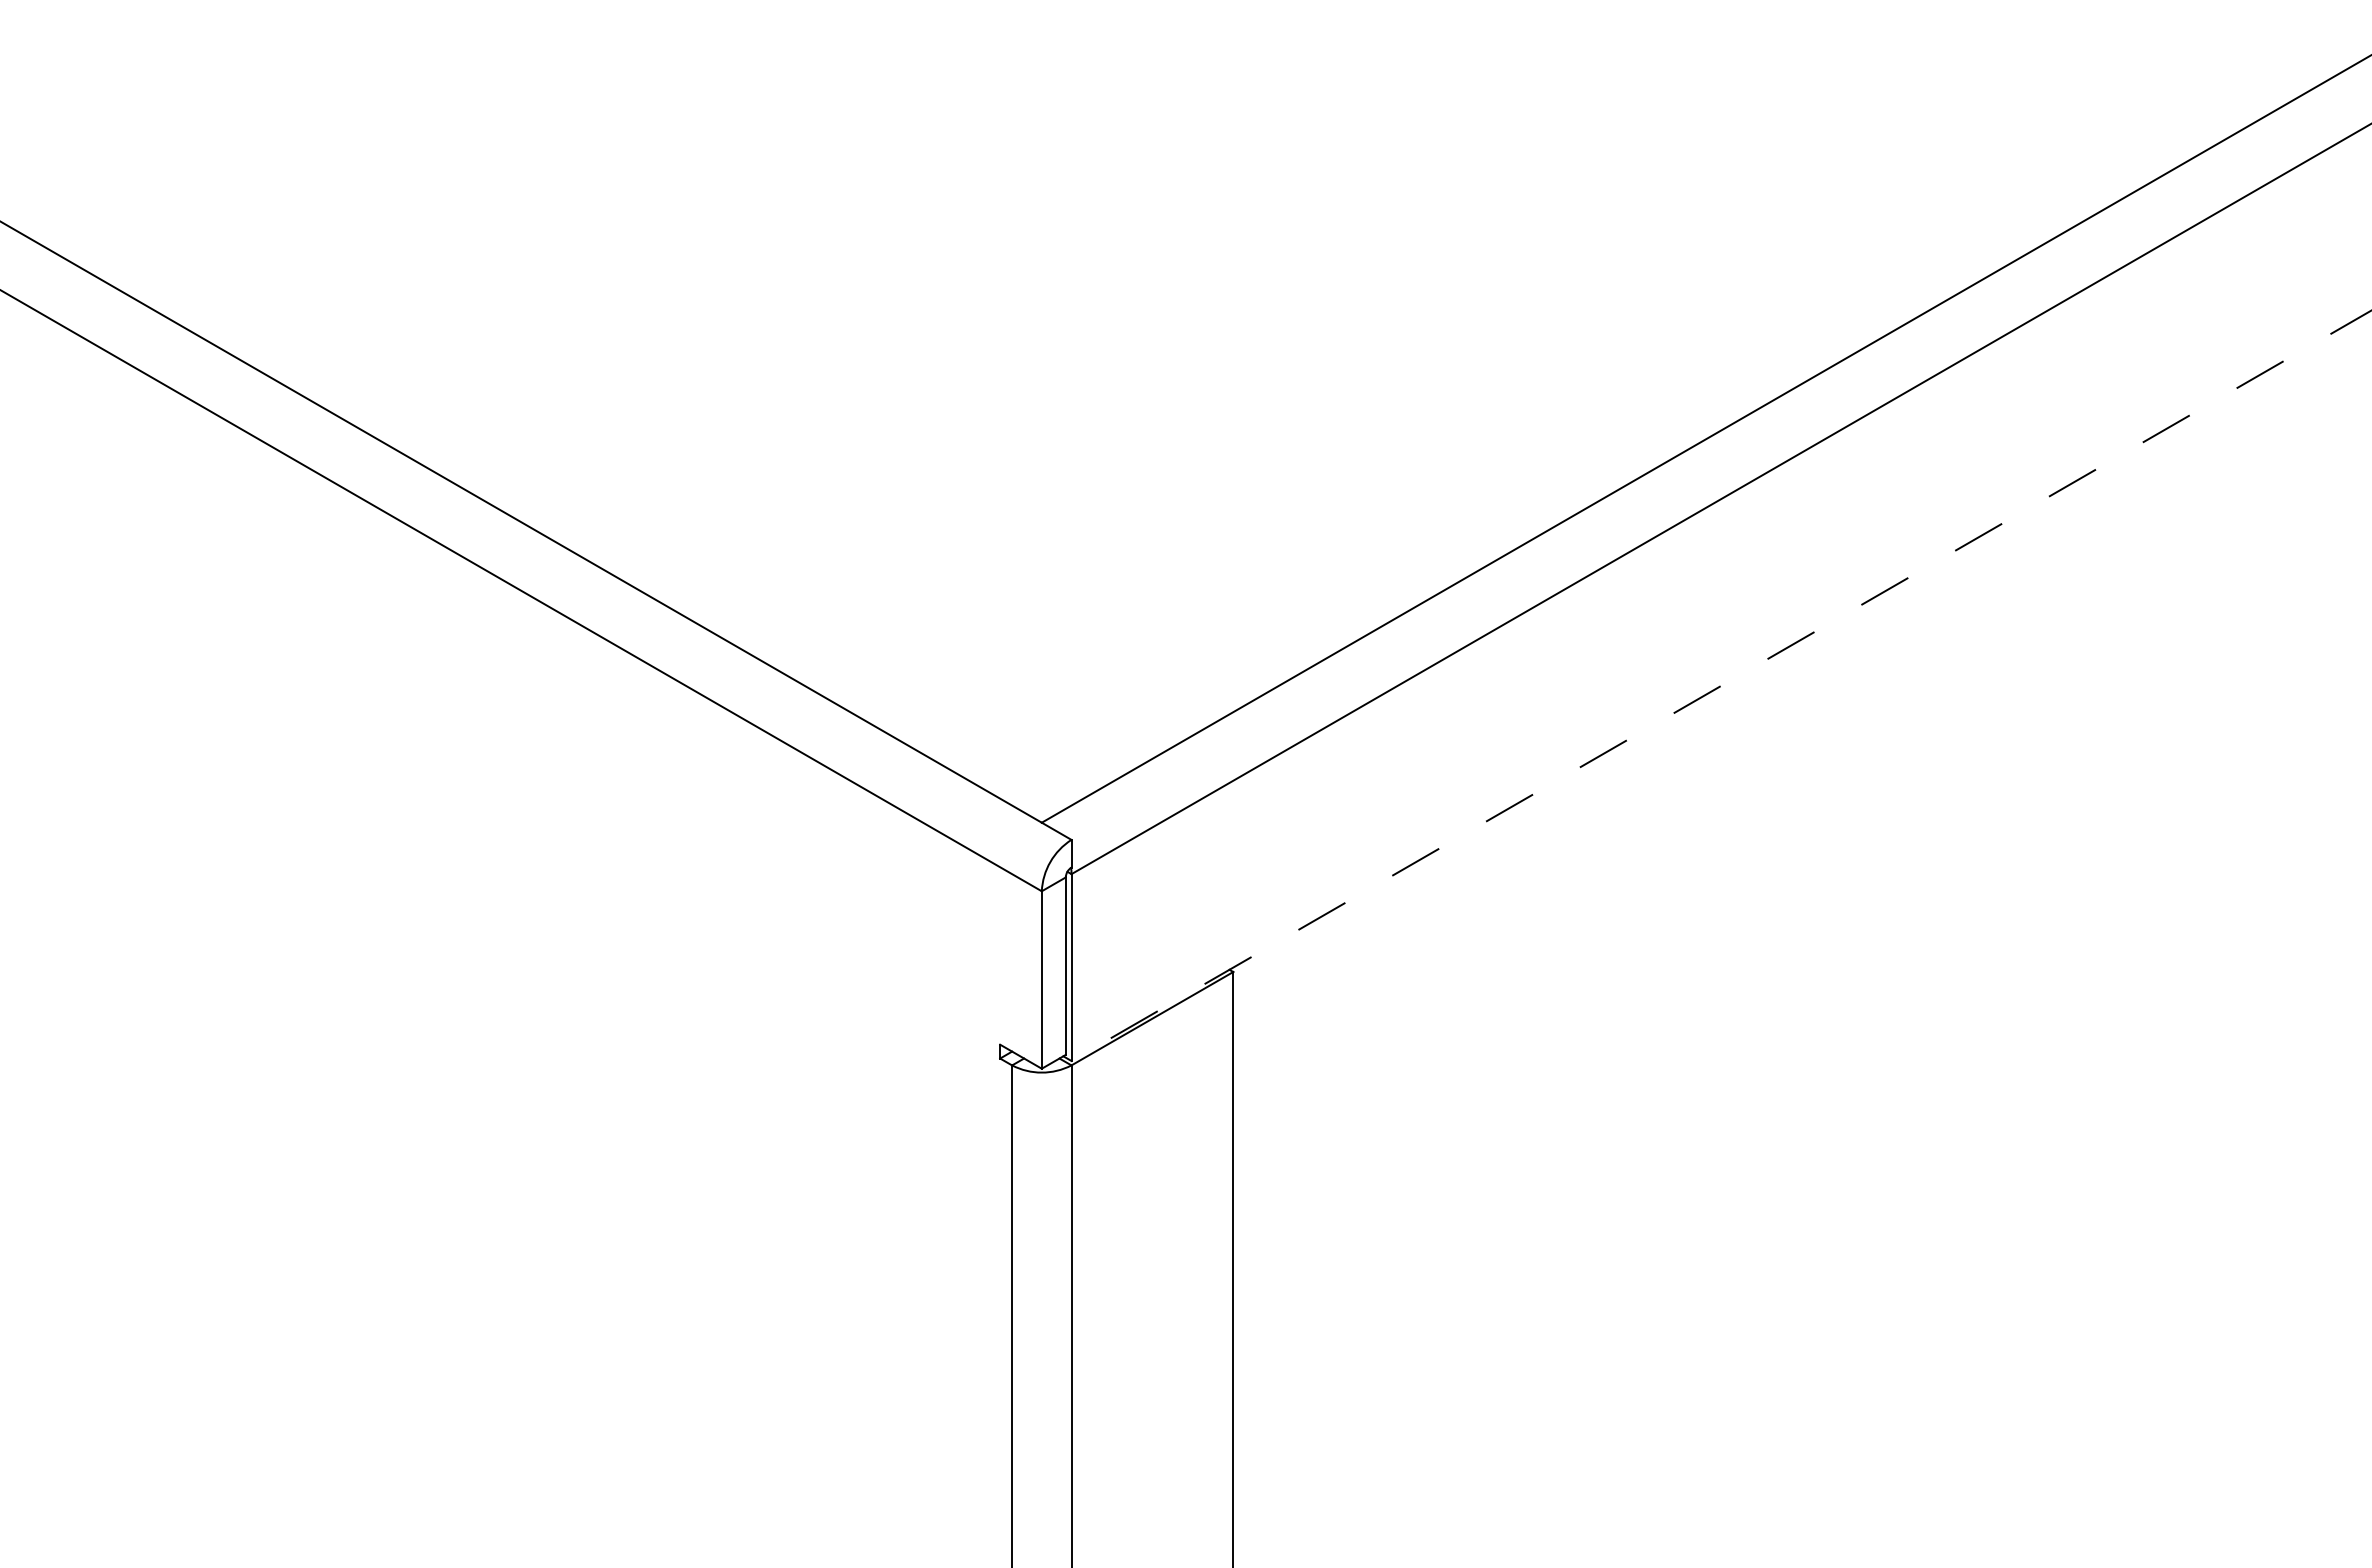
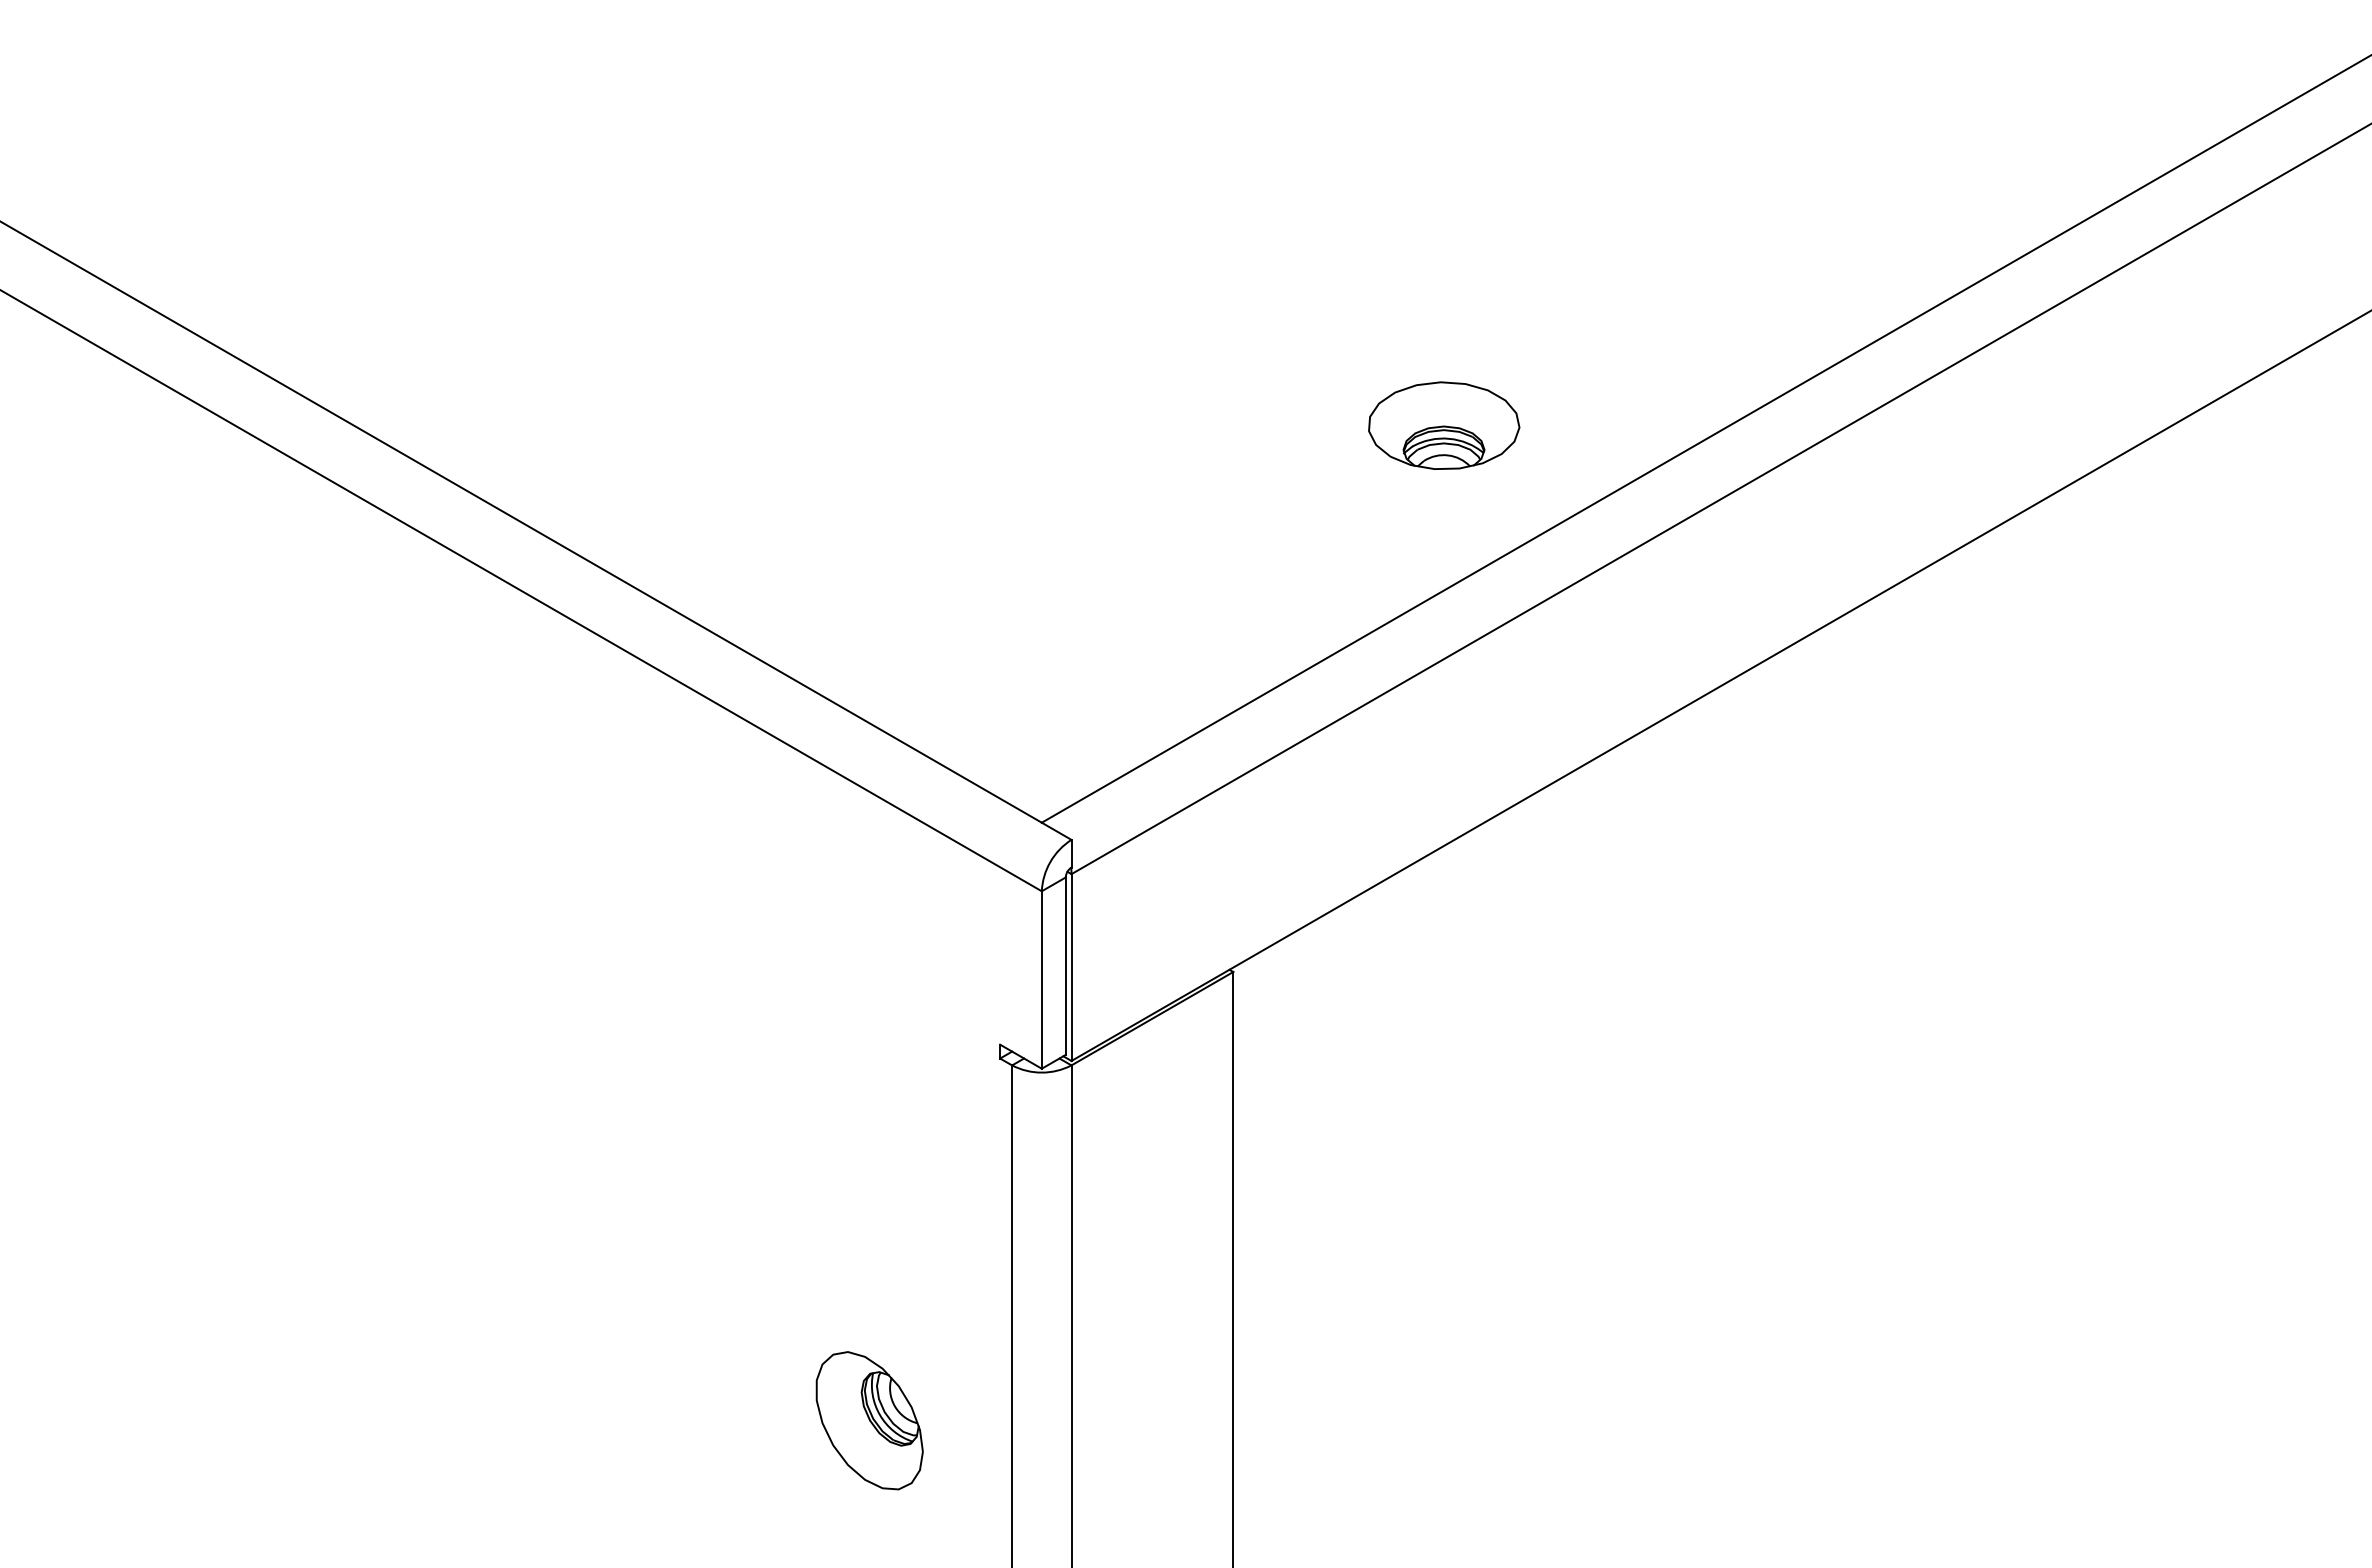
part at (1444, 425): none -> present
line at (1721, 685): dashed -> solid
part at (869, 1420): none -> present
